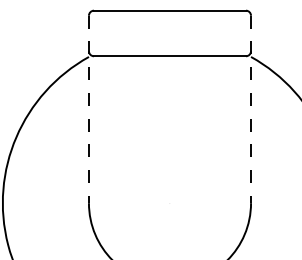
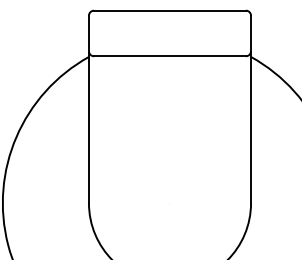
line at (88, 109): dashed -> solid
line at (251, 109): dashed -> solid
